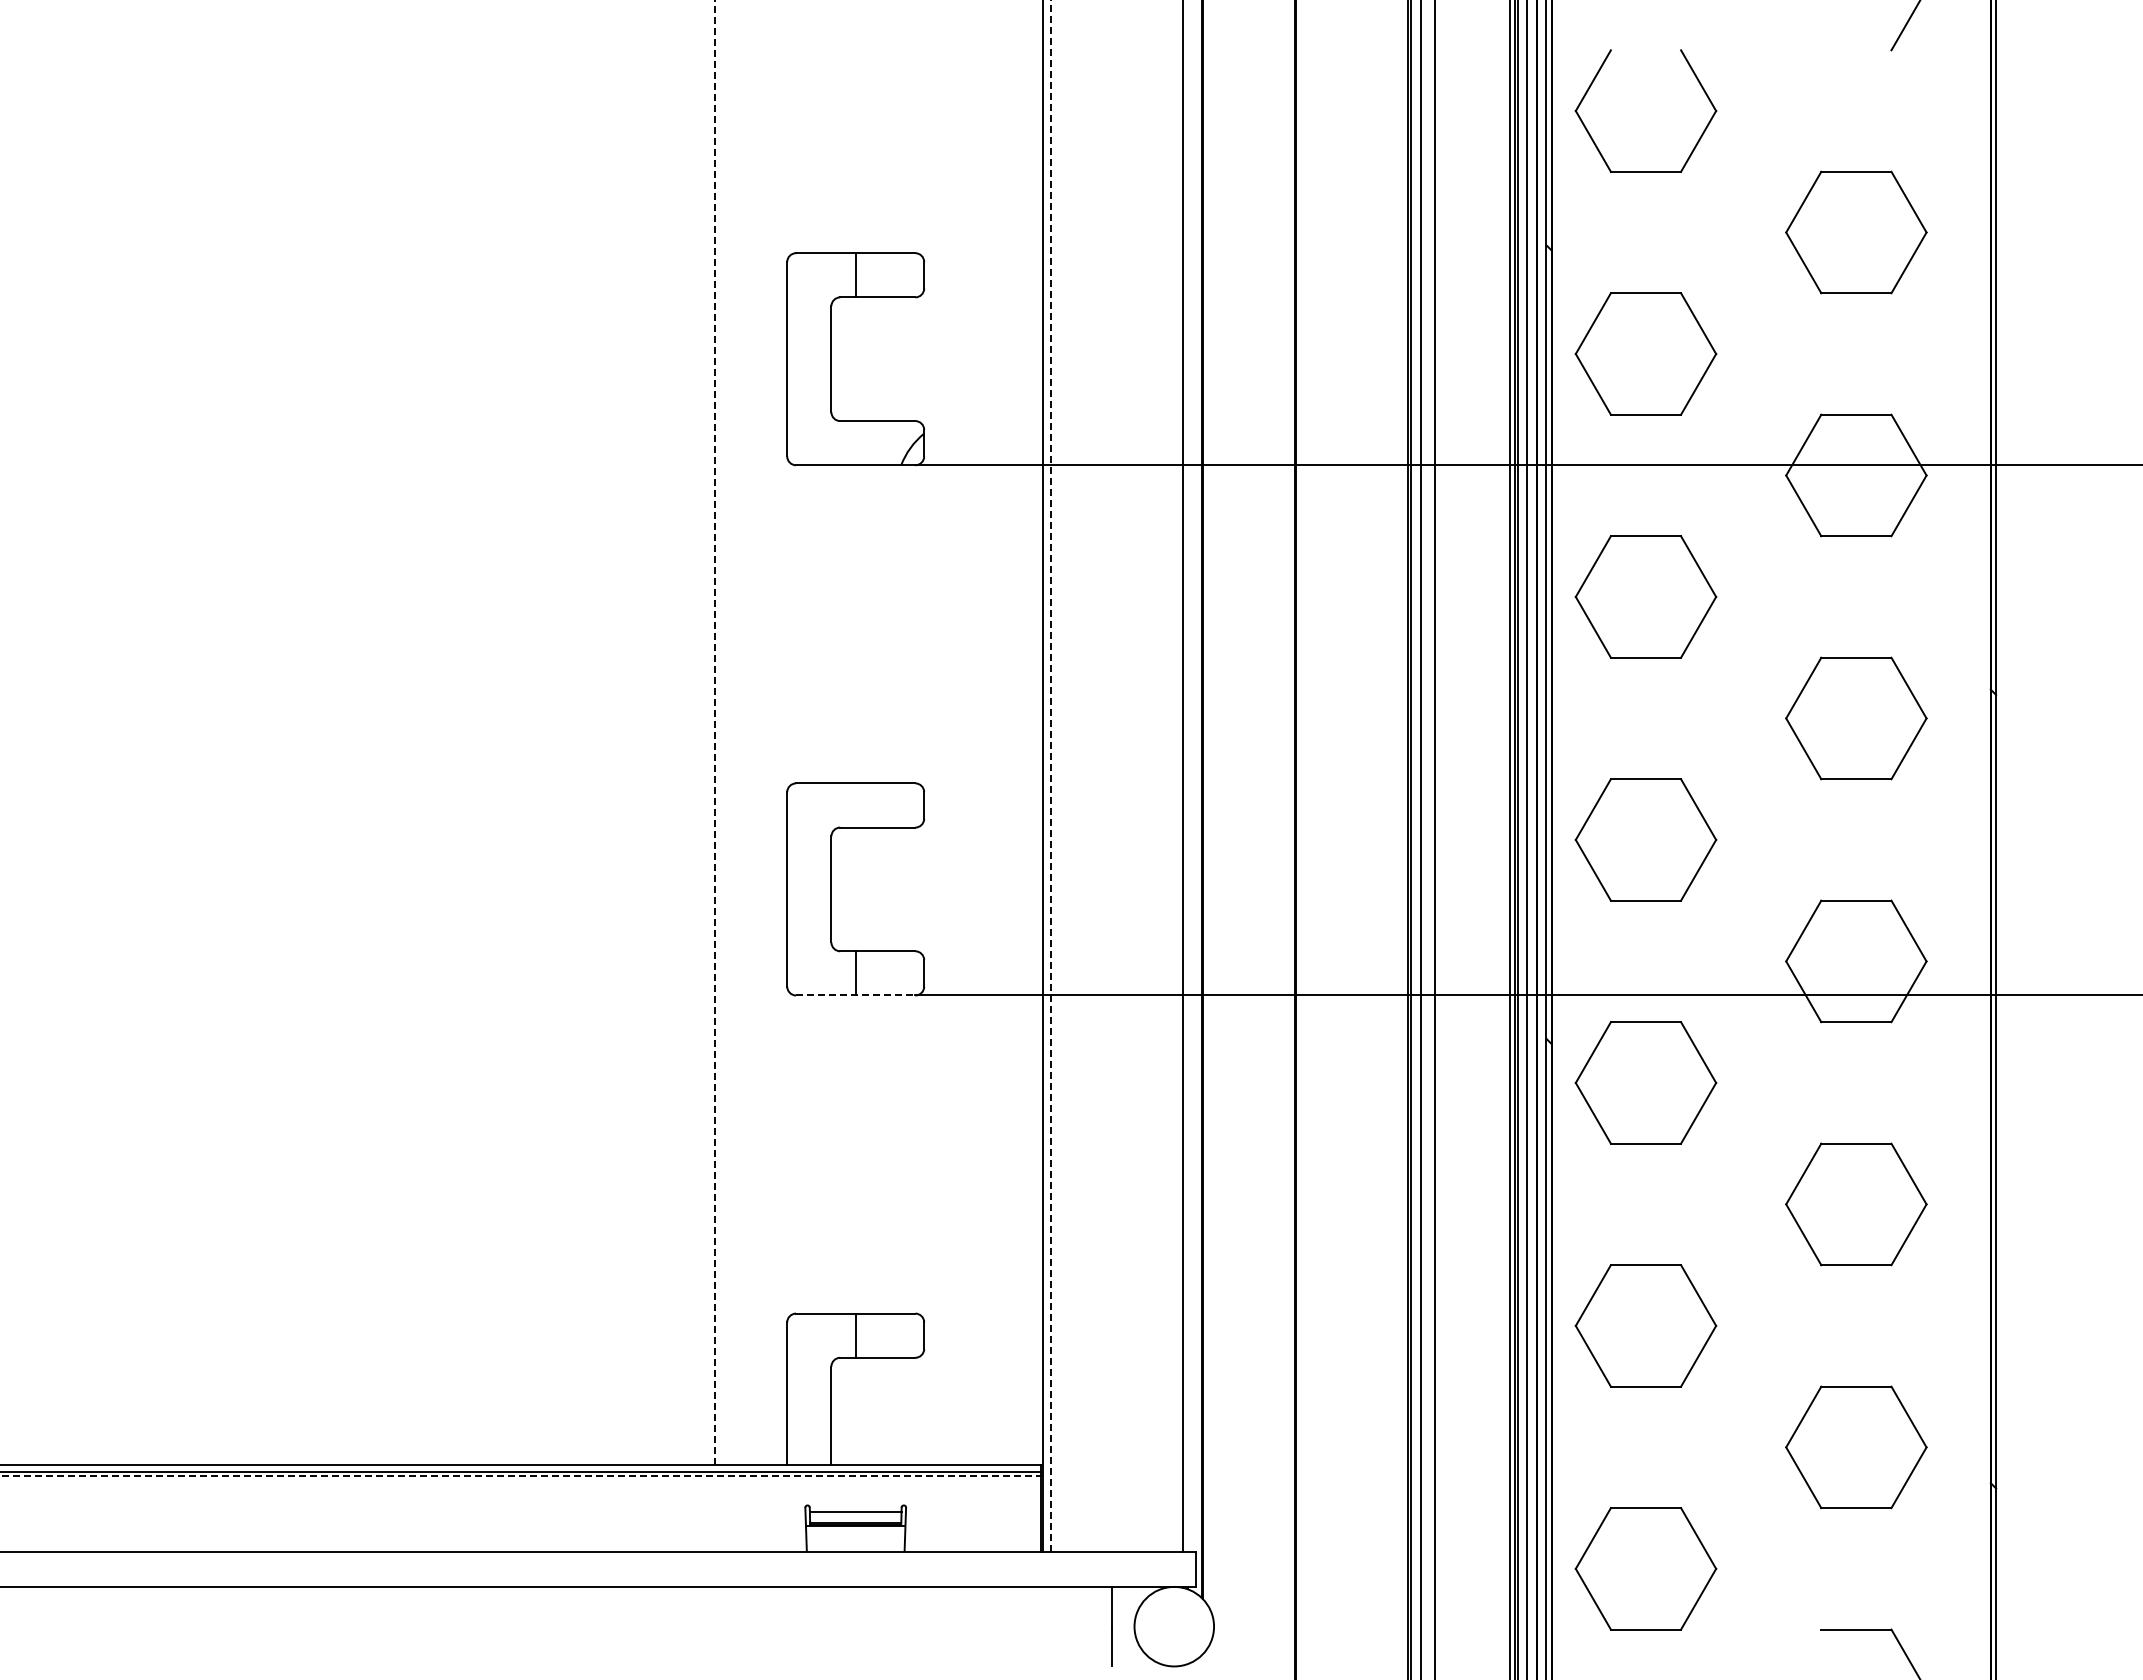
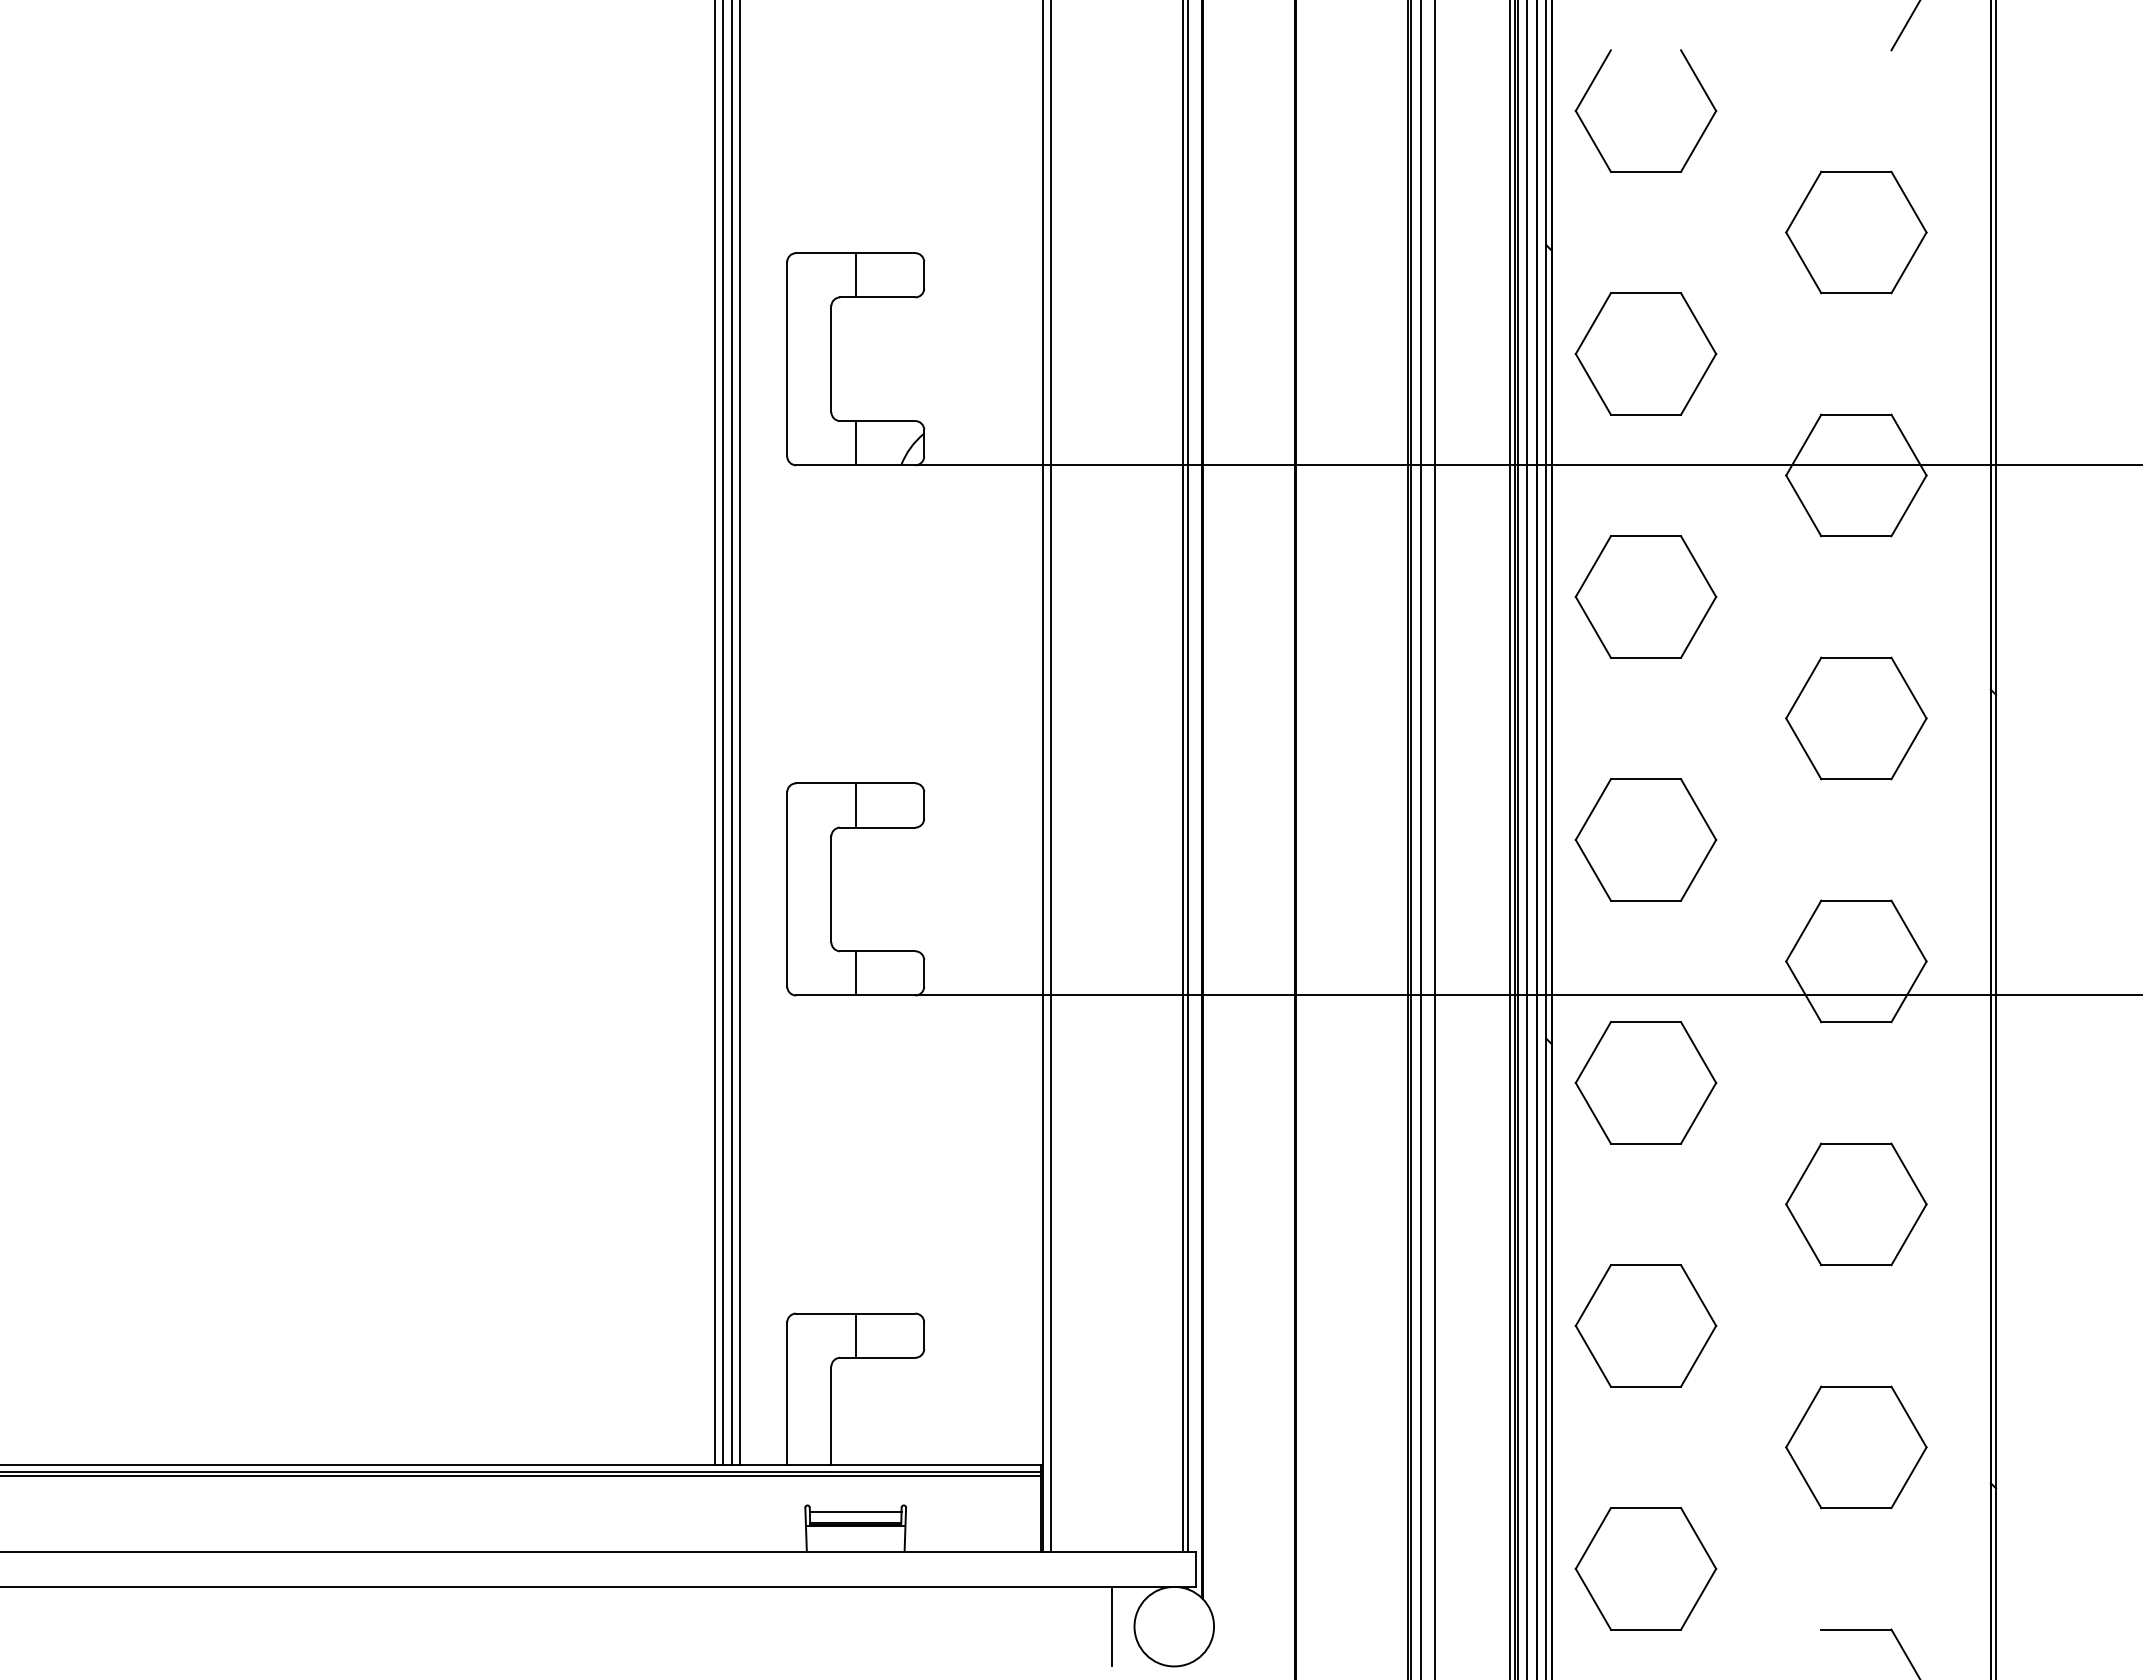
line at (856, 443): none -> present
line at (714, 732): dashed -> solid
line at (722, 733): none -> present
line at (732, 733): none -> present
line at (740, 733): none -> present
line at (1050, 775): dashed -> solid
line at (1187, 776): none -> present
line at (856, 805): none -> present
line at (855, 995): dashed -> solid
line at (521, 1476): dashed -> solid
